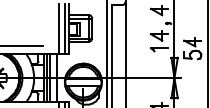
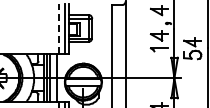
line at (58, 29): solid -> dashed
line at (22, 46): present -> none
line at (106, 53): present -> none
